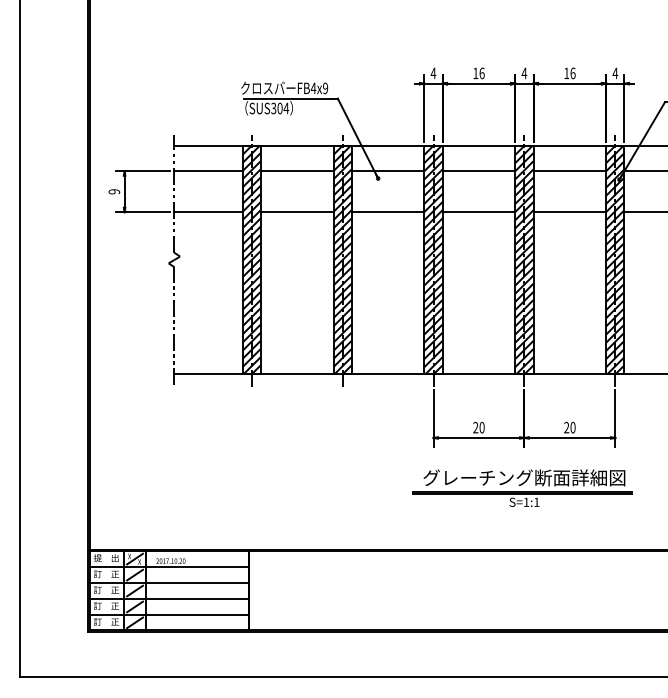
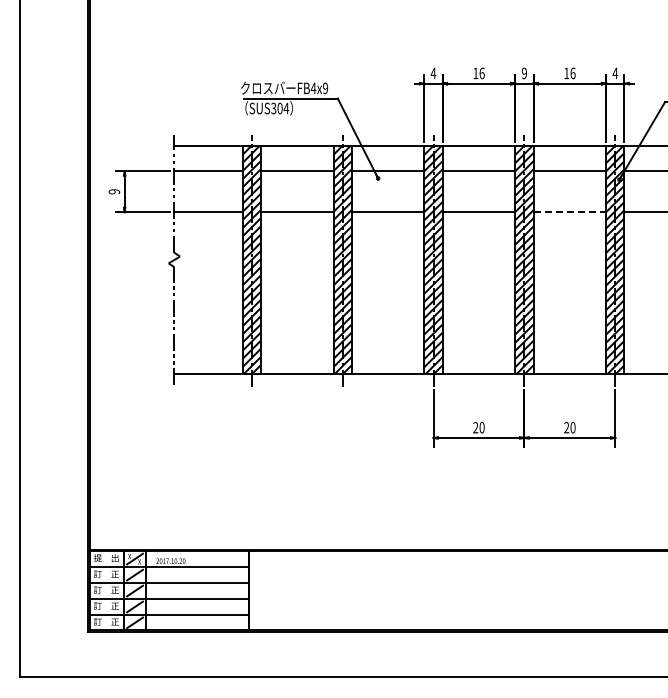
text at (524, 73): 4 -> 9
line at (570, 212): solid -> dashed
part at (522, 487): present -> none
